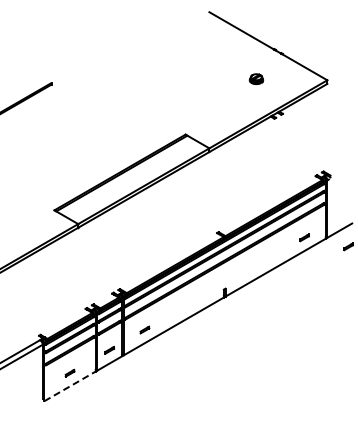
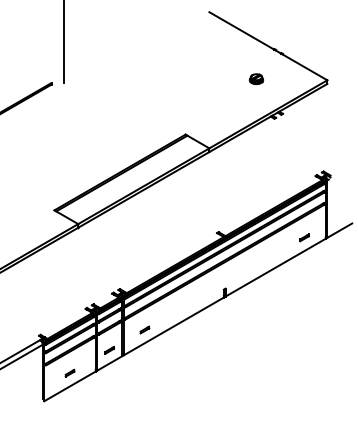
line at (63, 42): none -> present
part at (348, 246): present -> none
line at (70, 386): dashed -> solid
